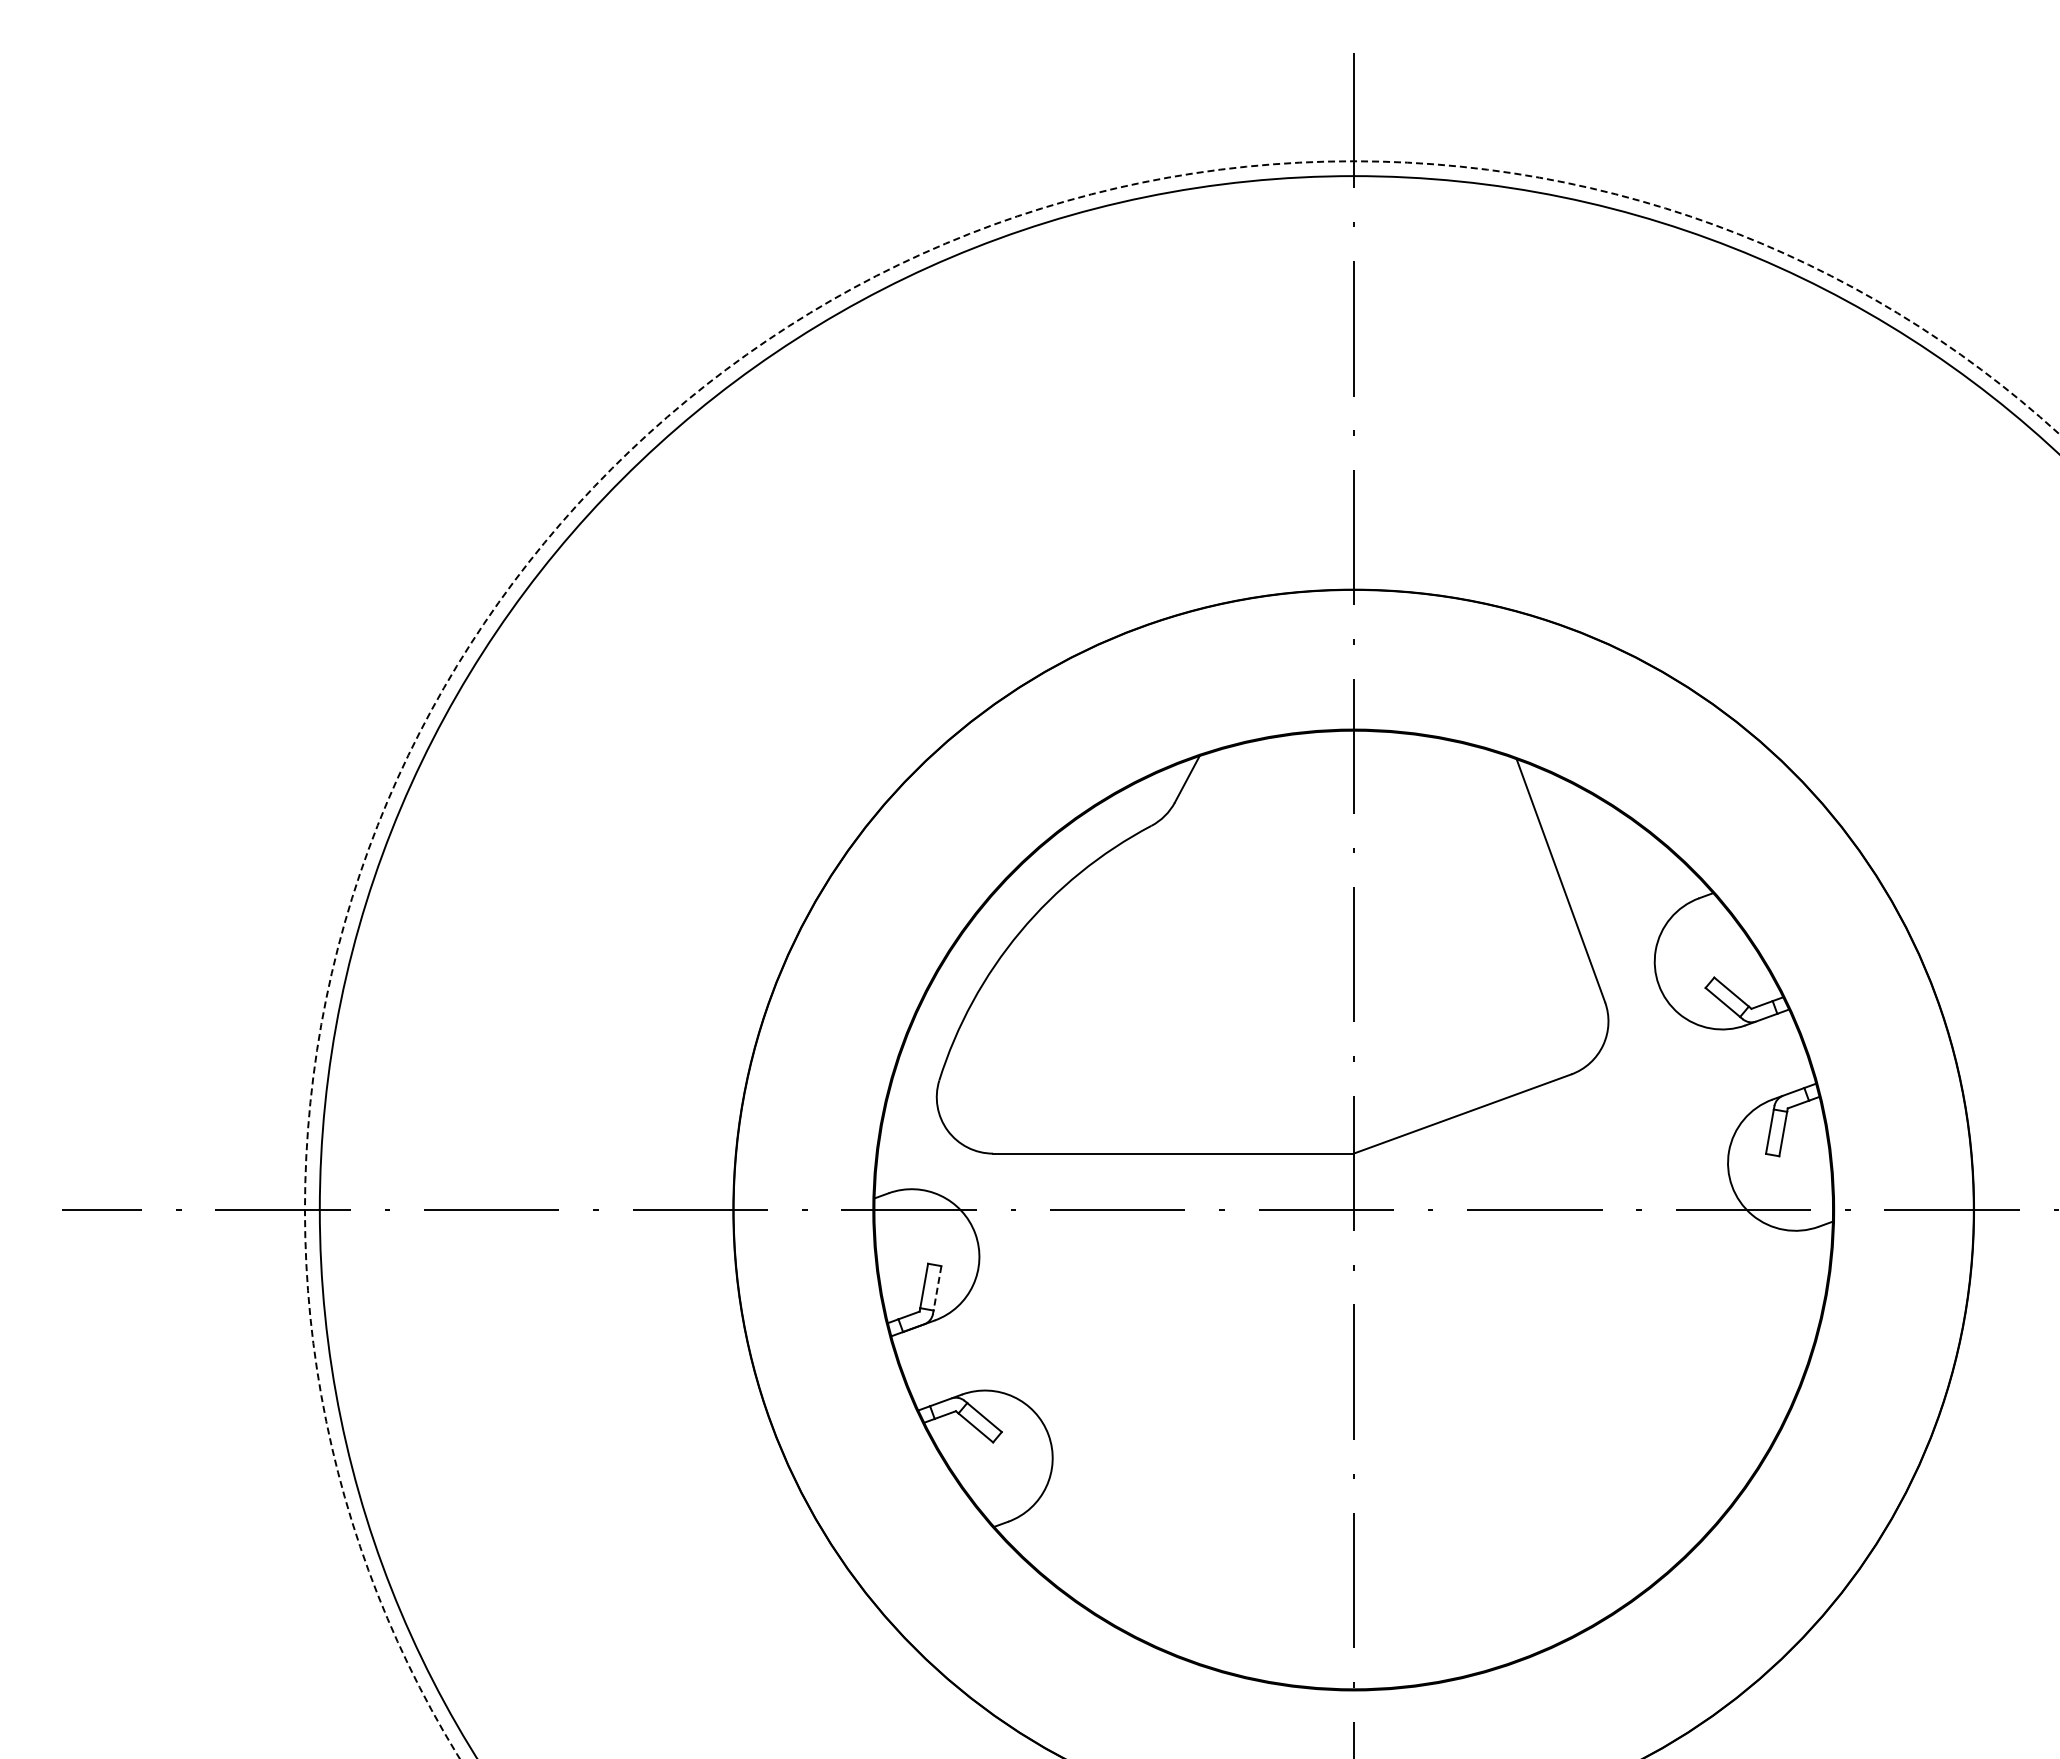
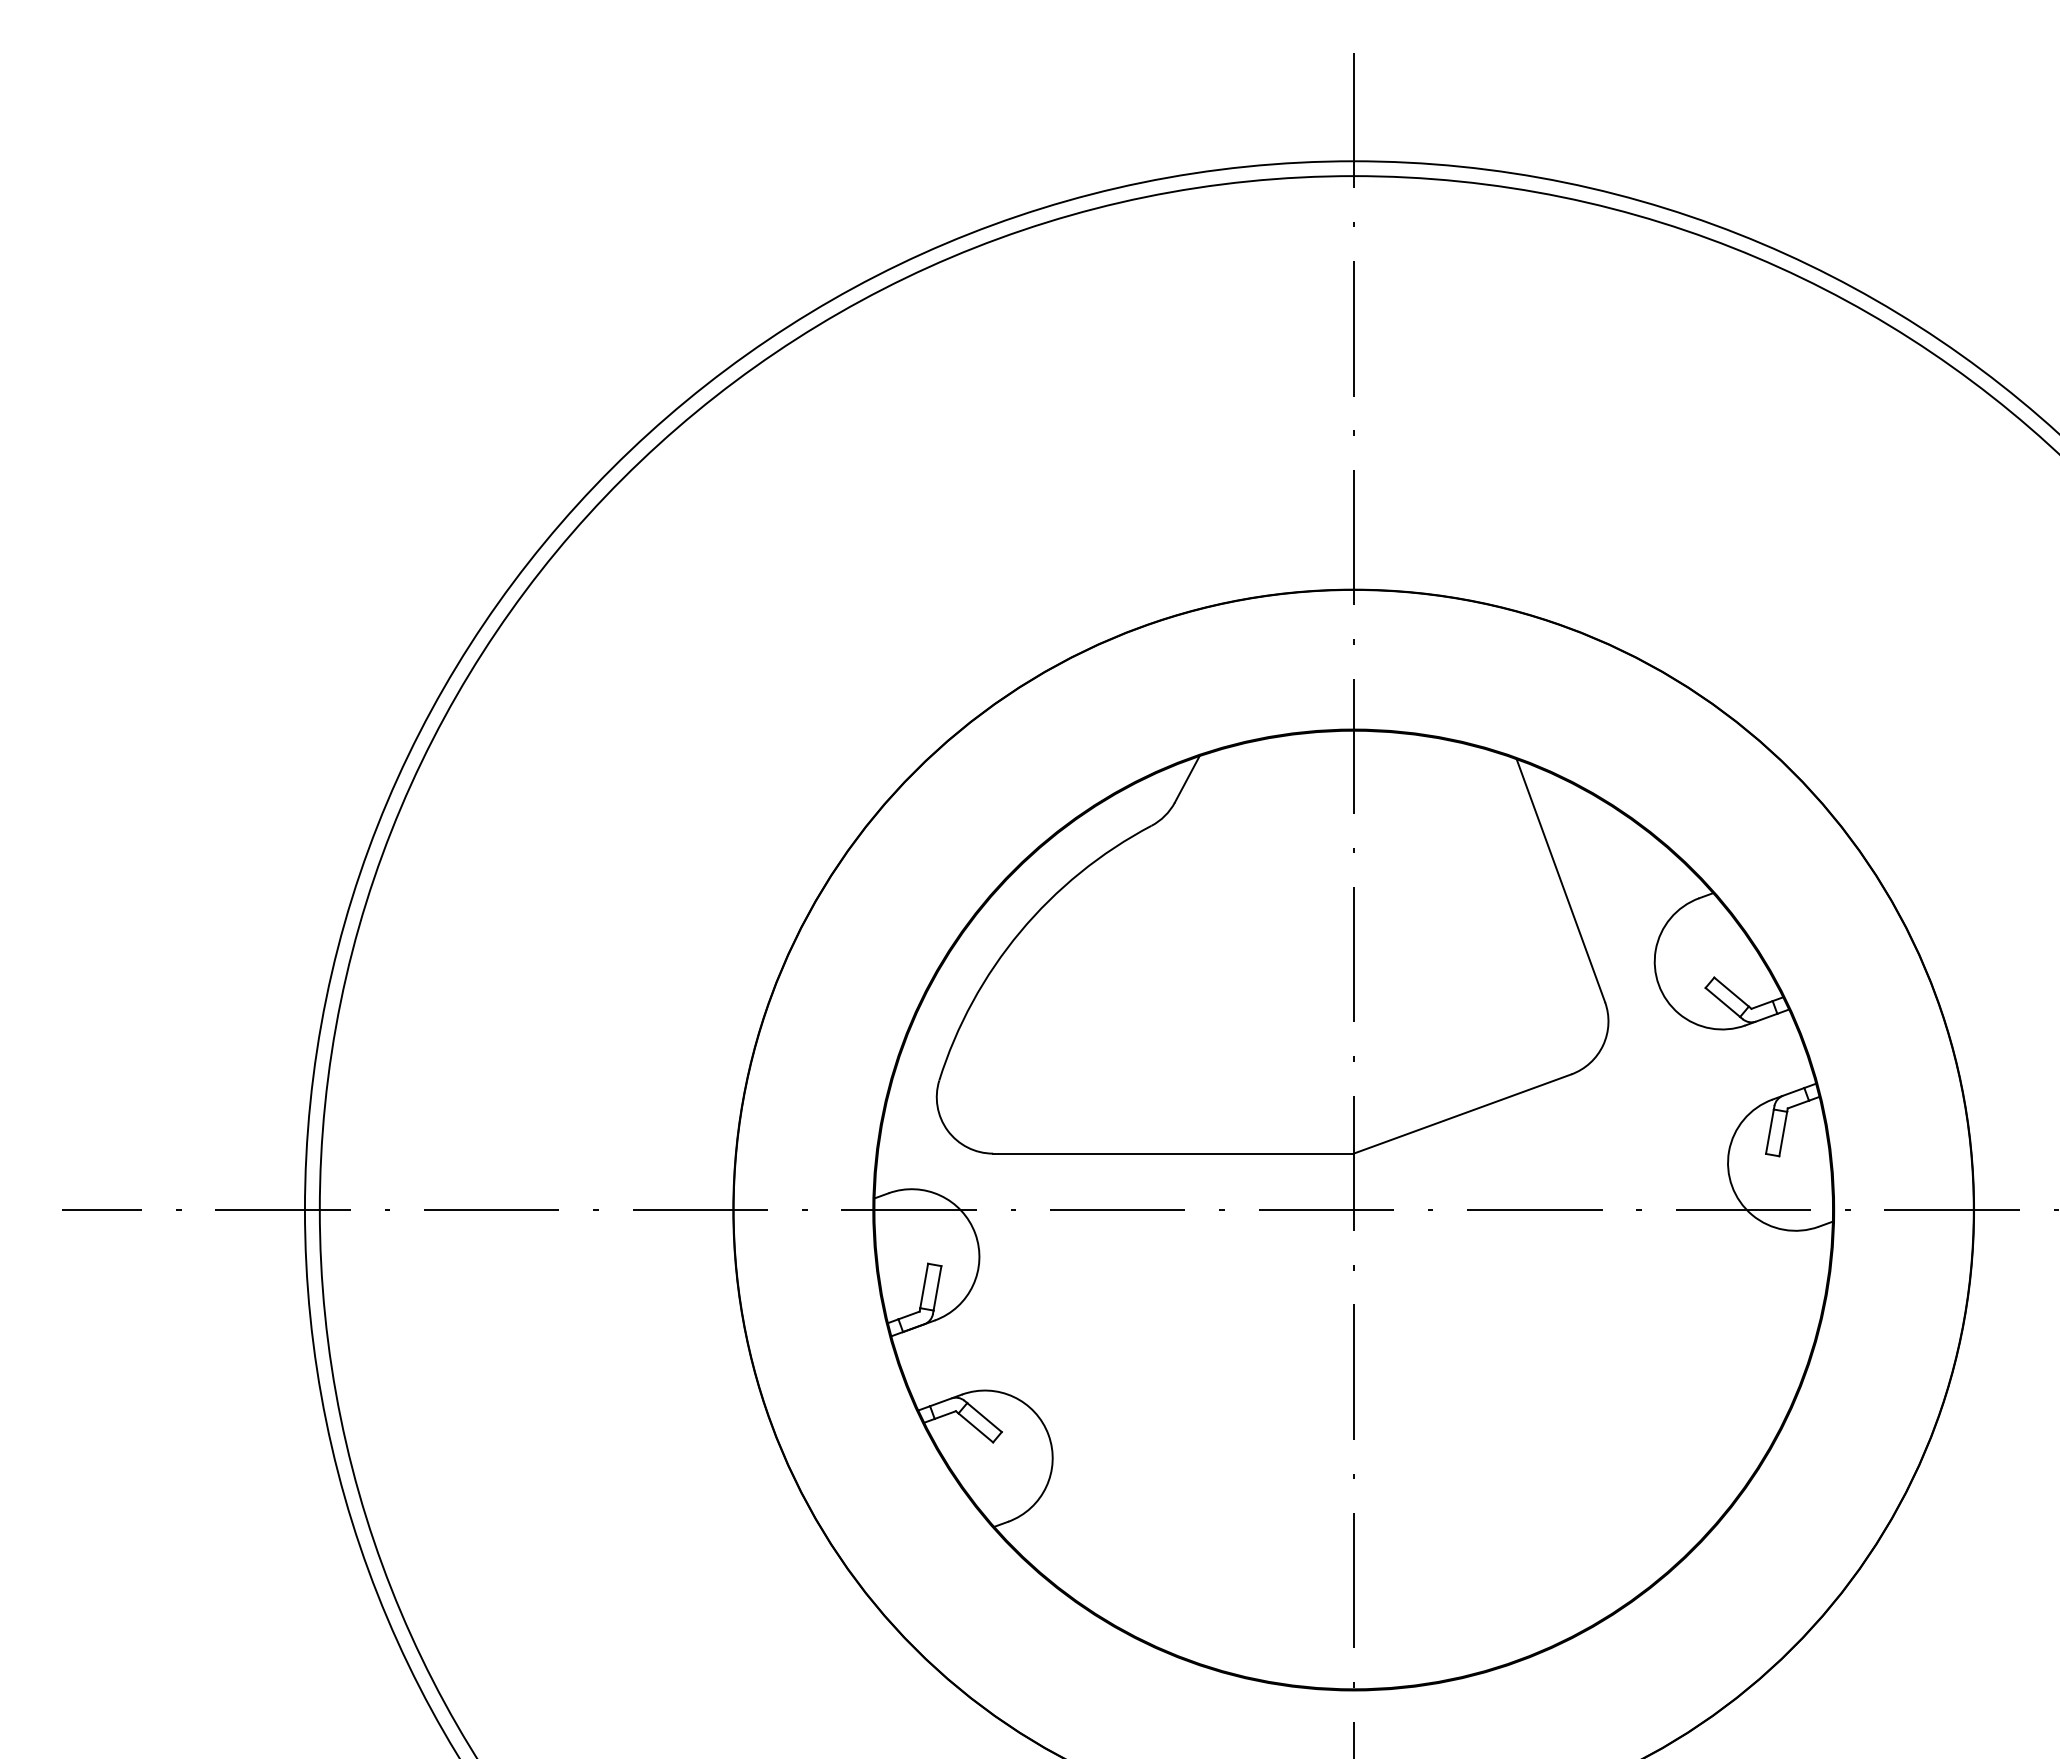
circle at (1181, 959): dashed -> solid
line at (937, 1288): dashed -> solid
